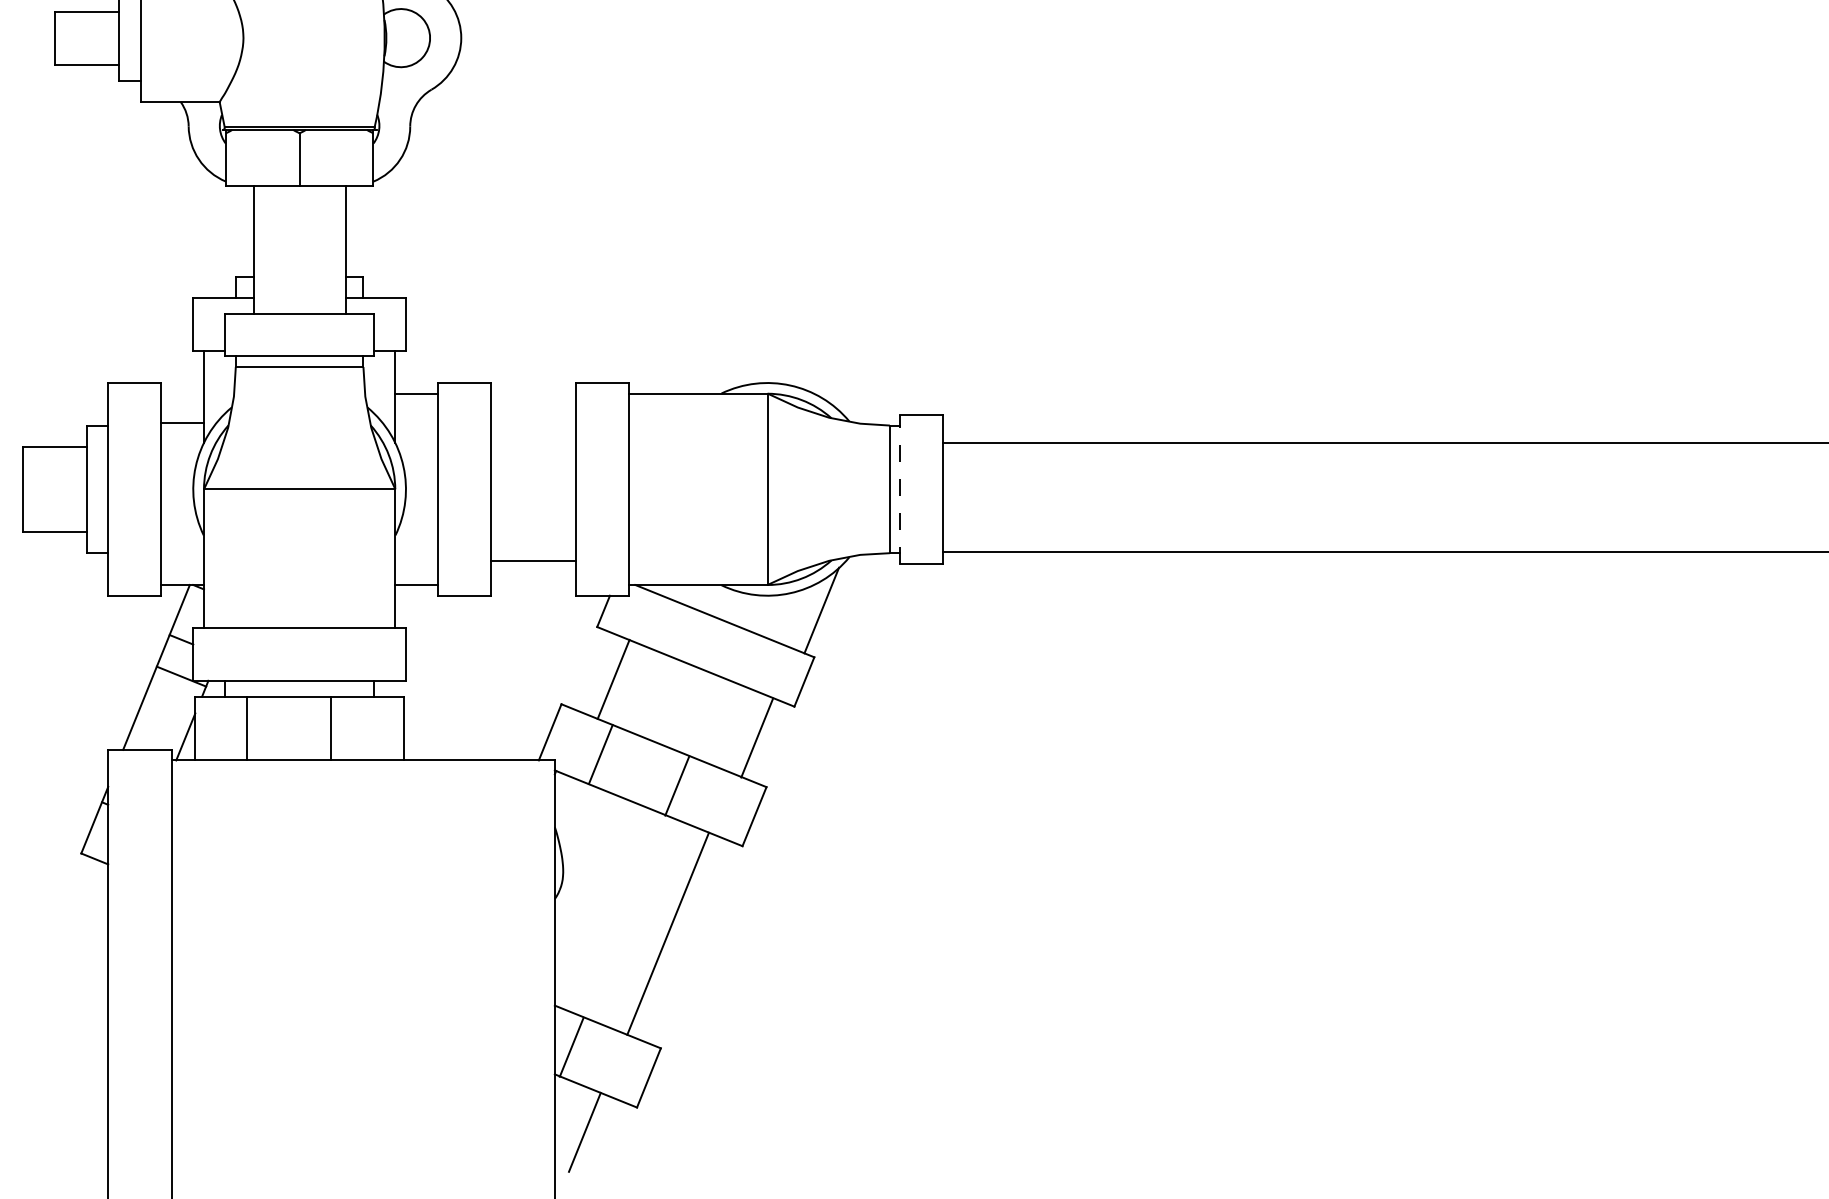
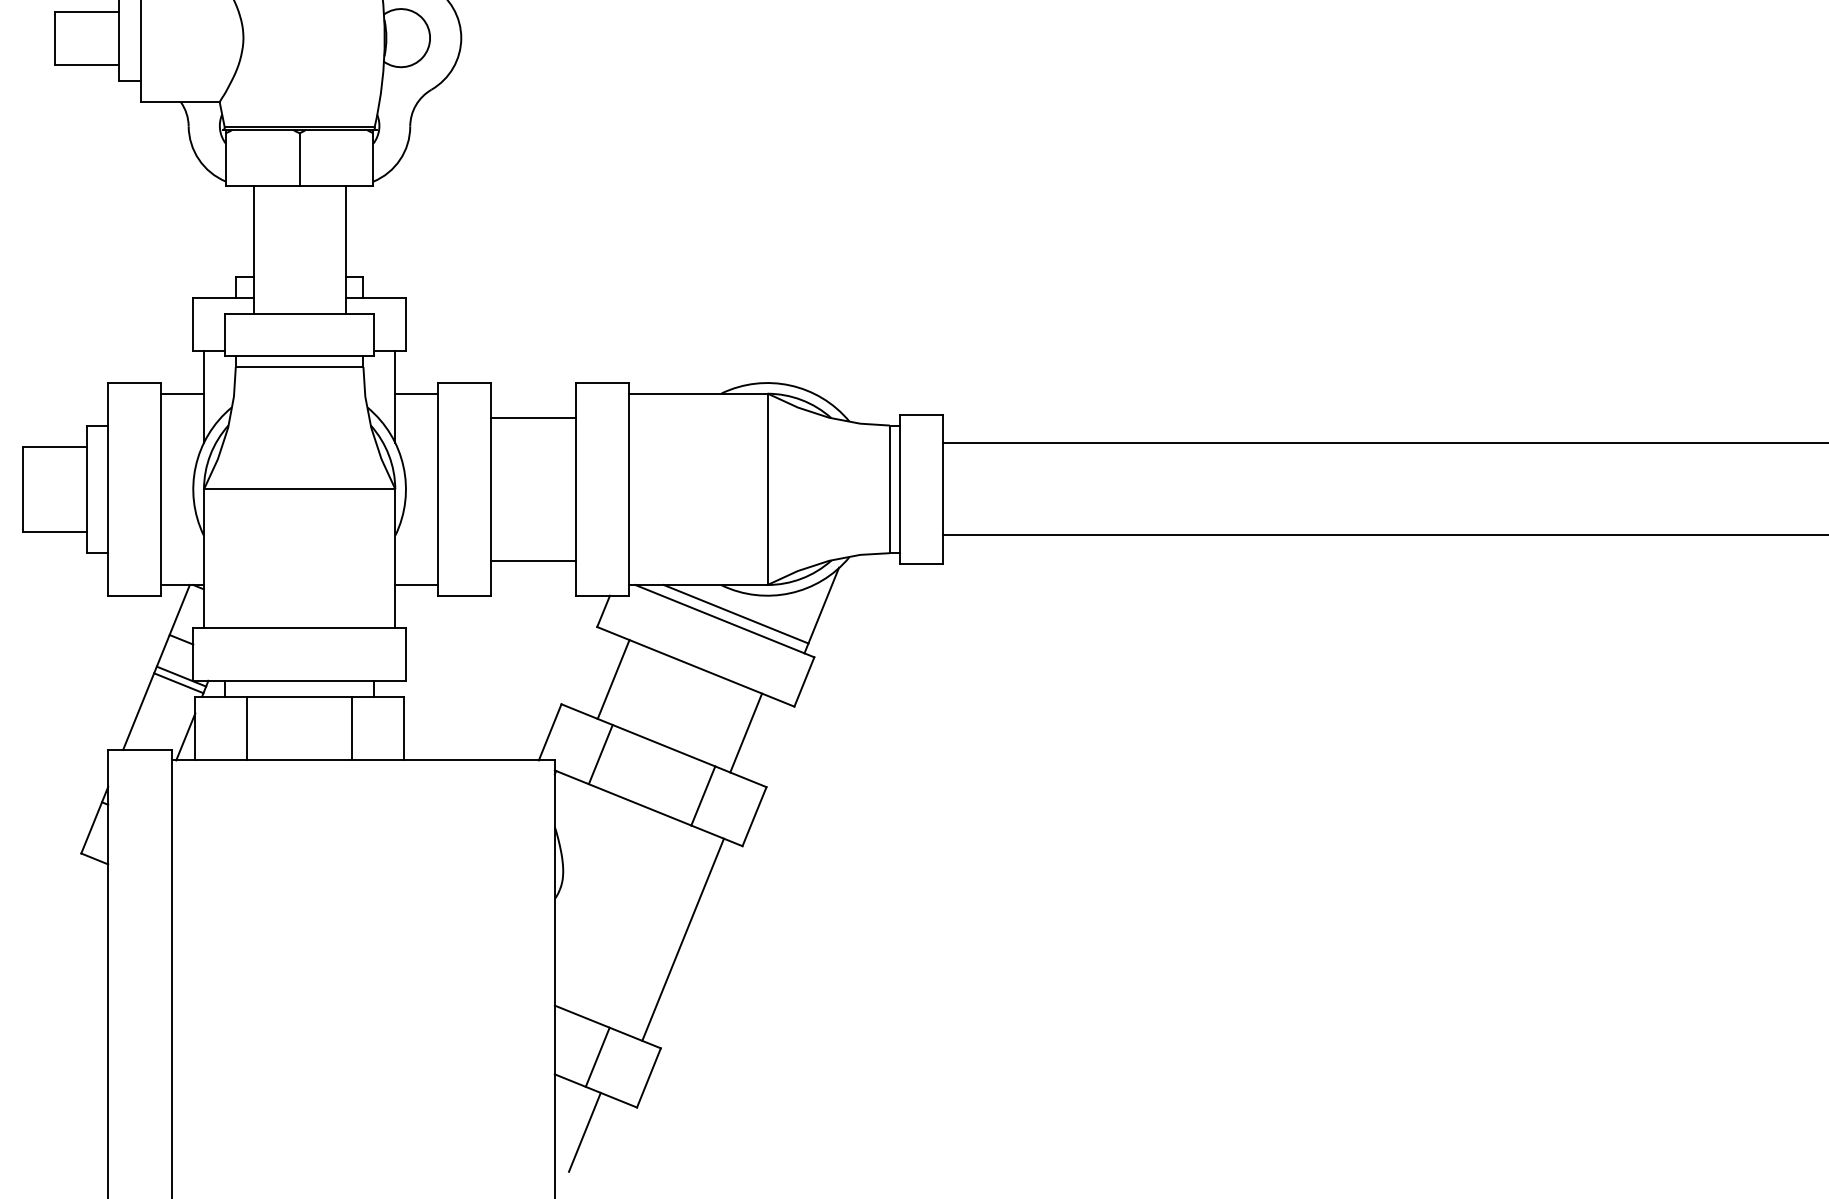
line at (533, 417): none -> present
line at (182, 422) position: (182, 422) -> (182, 393)
line at (900, 488): dashed -> solid
line at (1383, 552) position: (1383, 552) -> (1383, 535)
line at (735, 614): none -> present
line at (178, 683): none -> present
line at (330, 728) position: (330, 728) -> (351, 728)
line at (757, 737) position: (757, 737) -> (746, 732)
line at (677, 785) position: (677, 785) -> (703, 795)
line at (668, 933) position: (668, 933) -> (683, 939)
line at (571, 1046) position: (571, 1046) -> (597, 1056)
